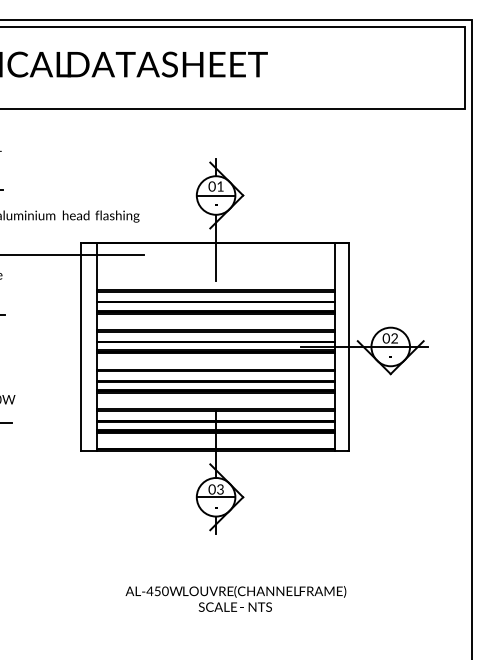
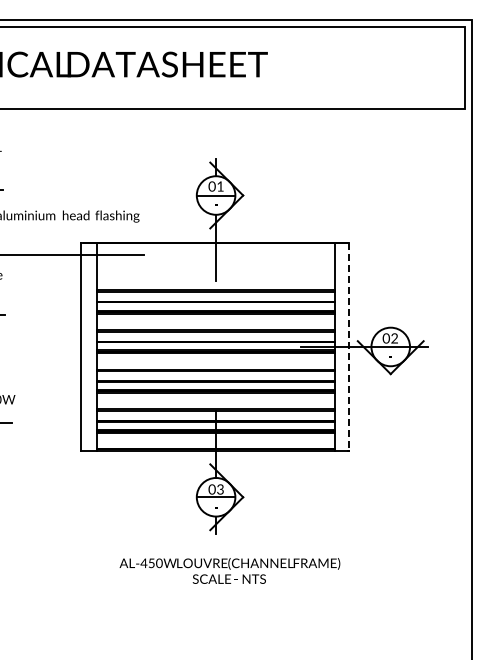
line at (348, 346): solid -> dashed
text at (235, 598) position: (235, 598) -> (229, 570)
